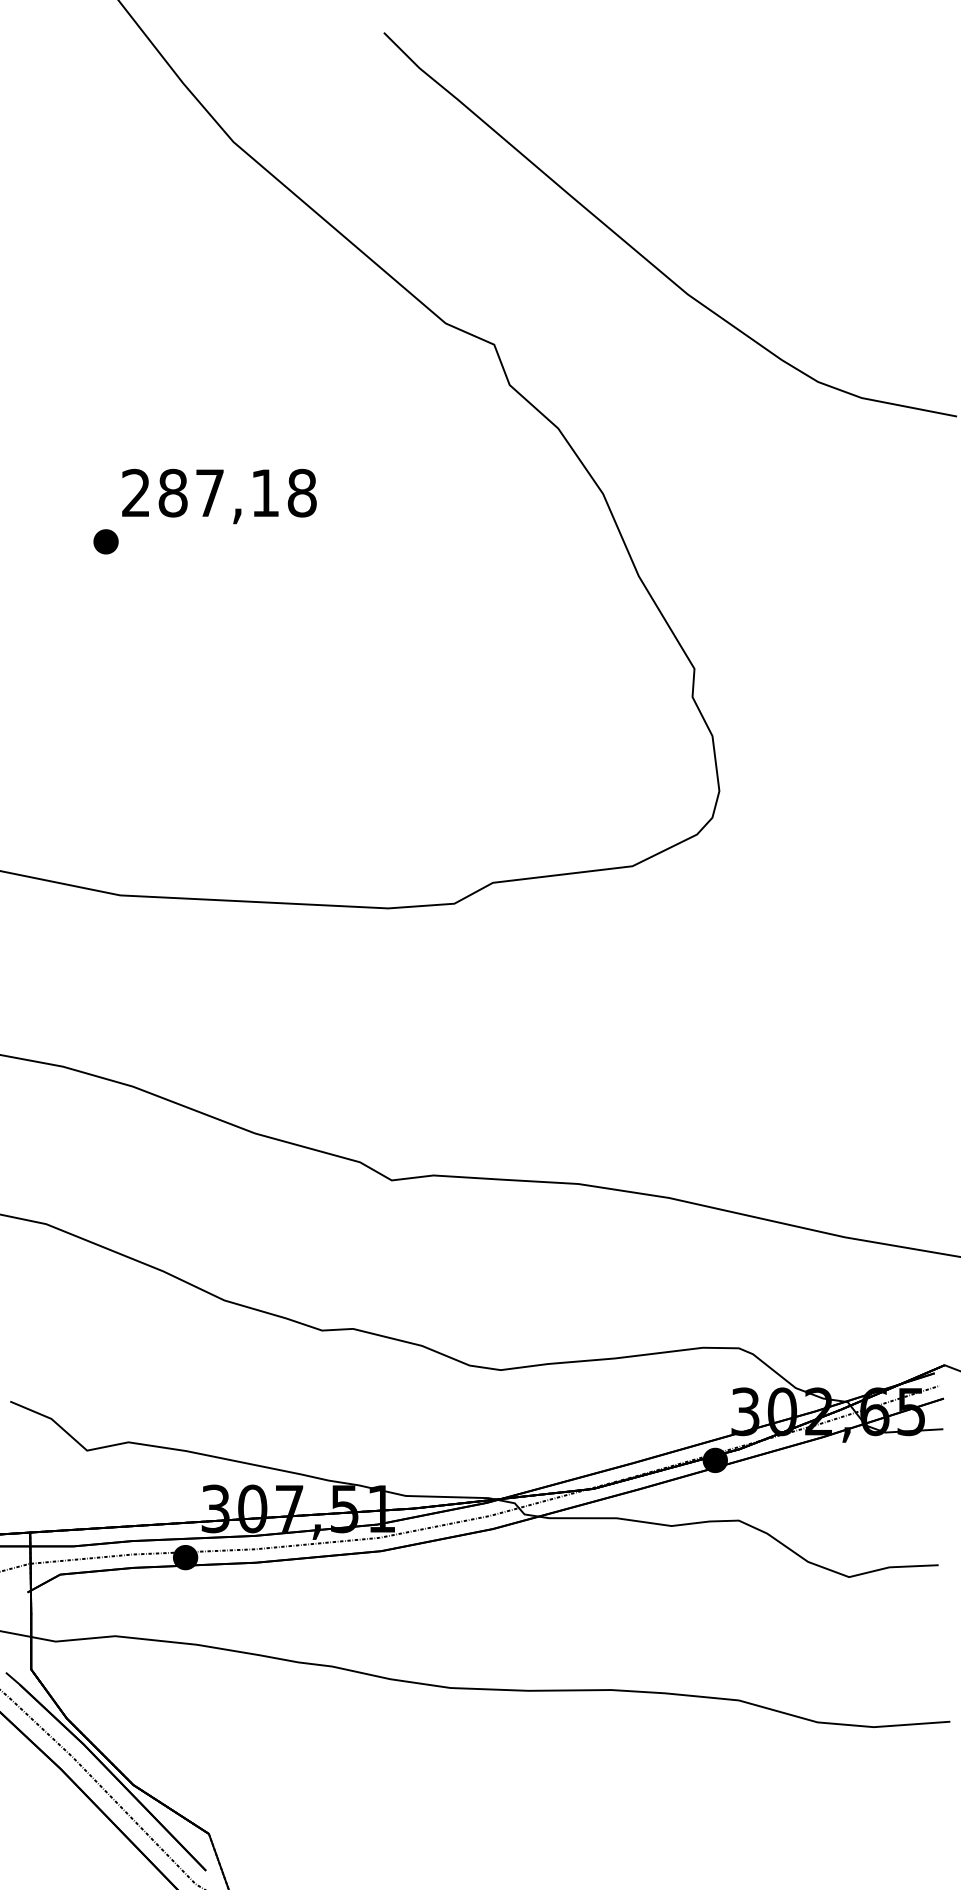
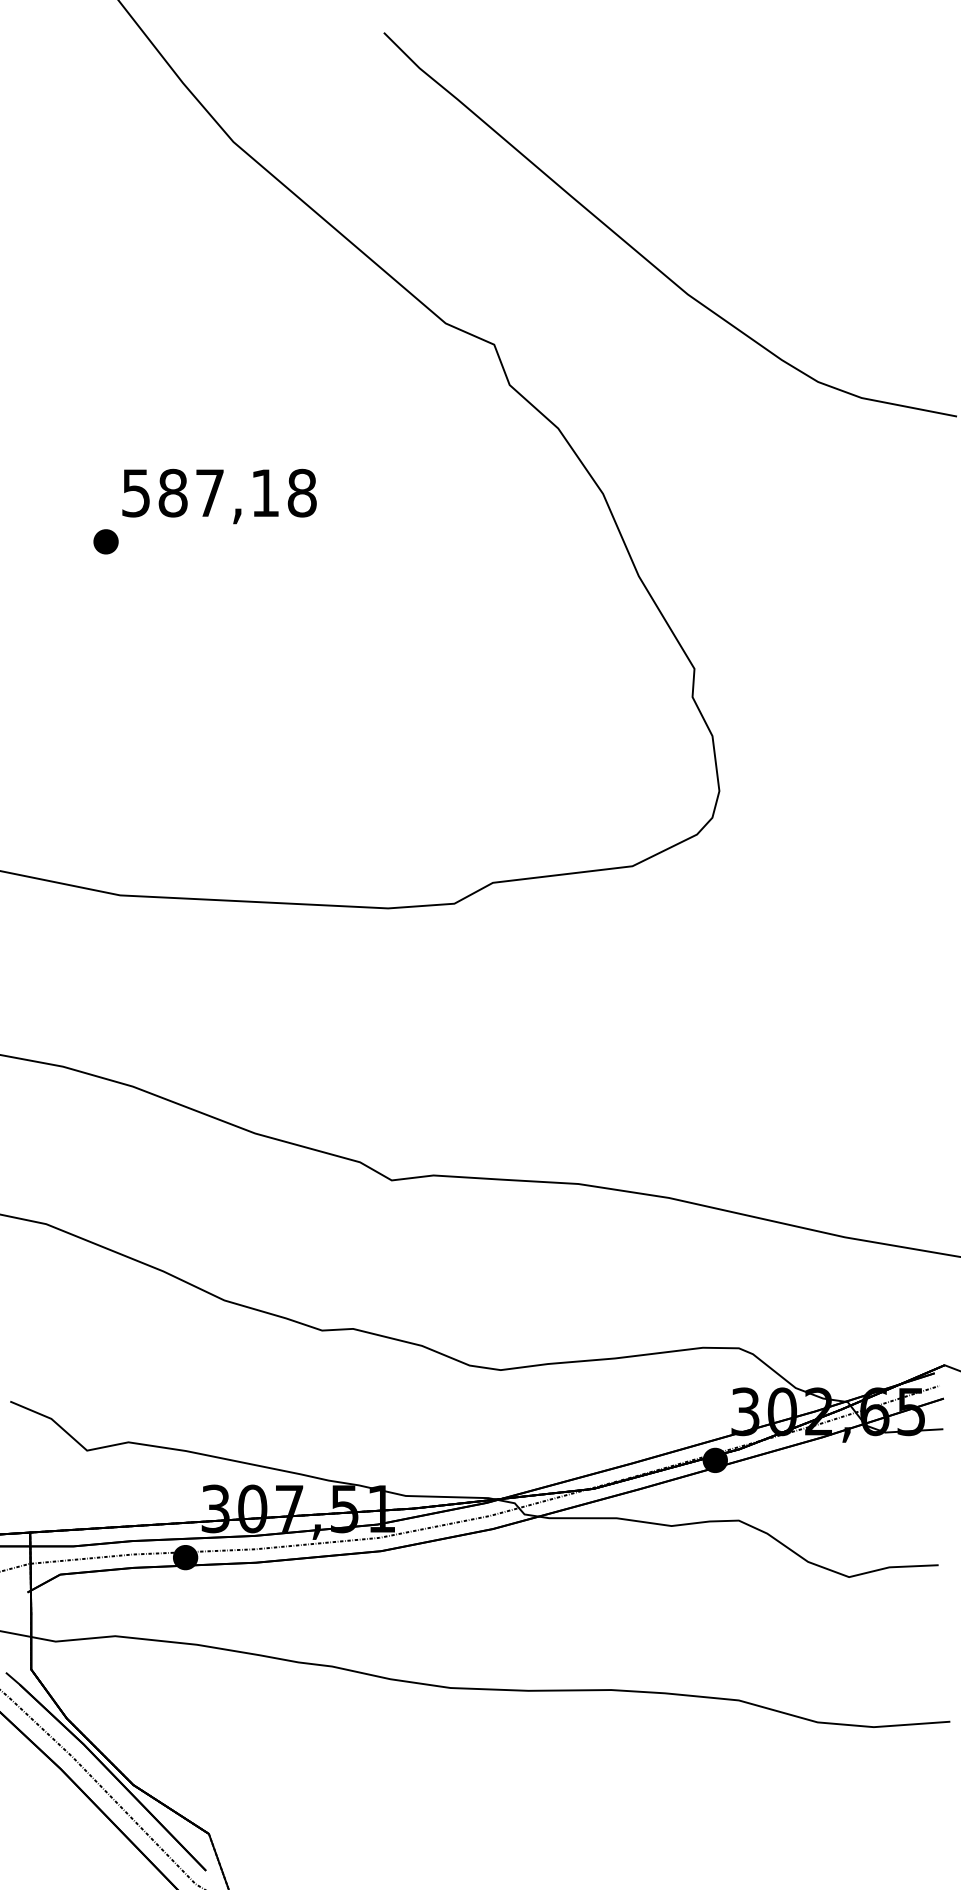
text at (135, 492): 287,18 -> 587,18
